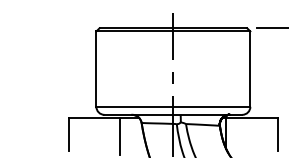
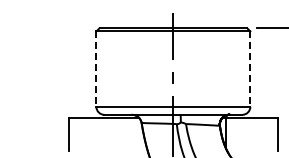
line at (96, 69): solid -> dashed
line at (250, 69): solid -> dashed
line at (120, 136): present -> none
